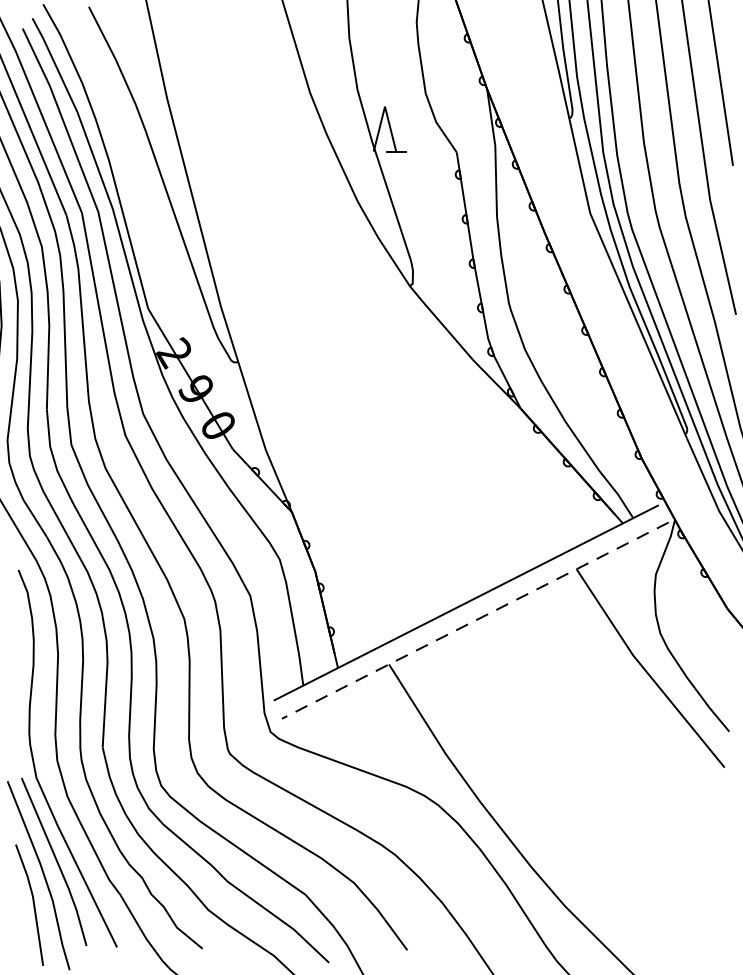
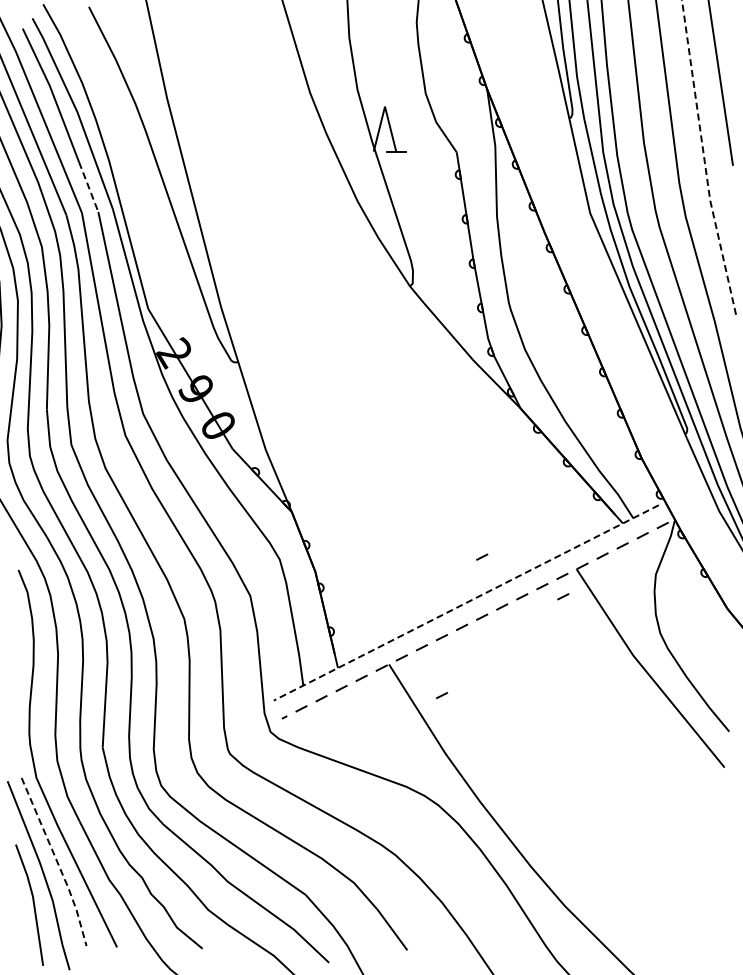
line at (704, 158): solid -> dashed
line at (88, 187): solid -> dashed
line at (482, 556): none -> present
line at (563, 596): none -> present
line at (466, 602): solid -> dashed
line at (442, 695): none -> present
line at (57, 862): solid -> dashed
